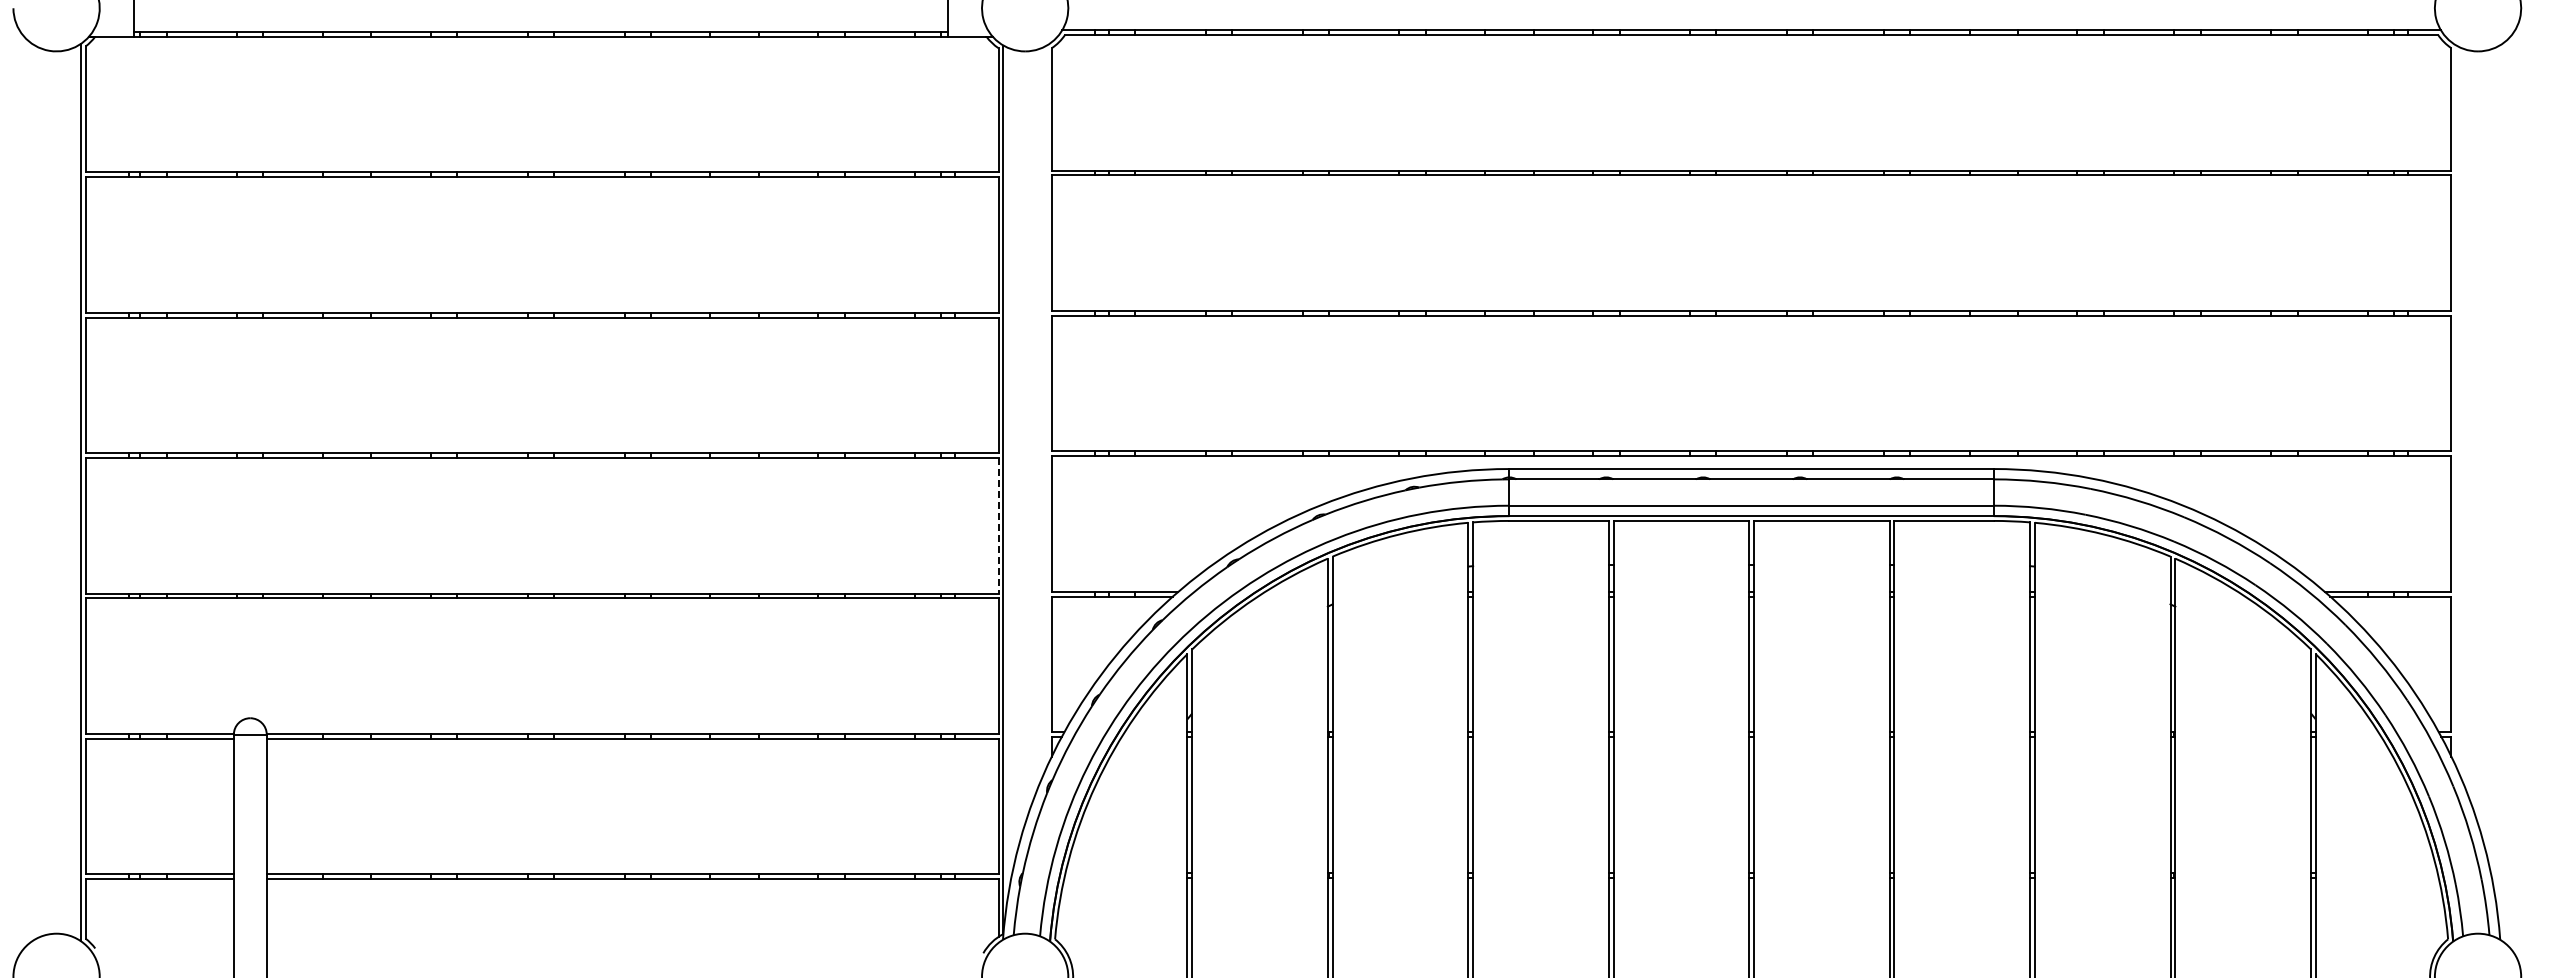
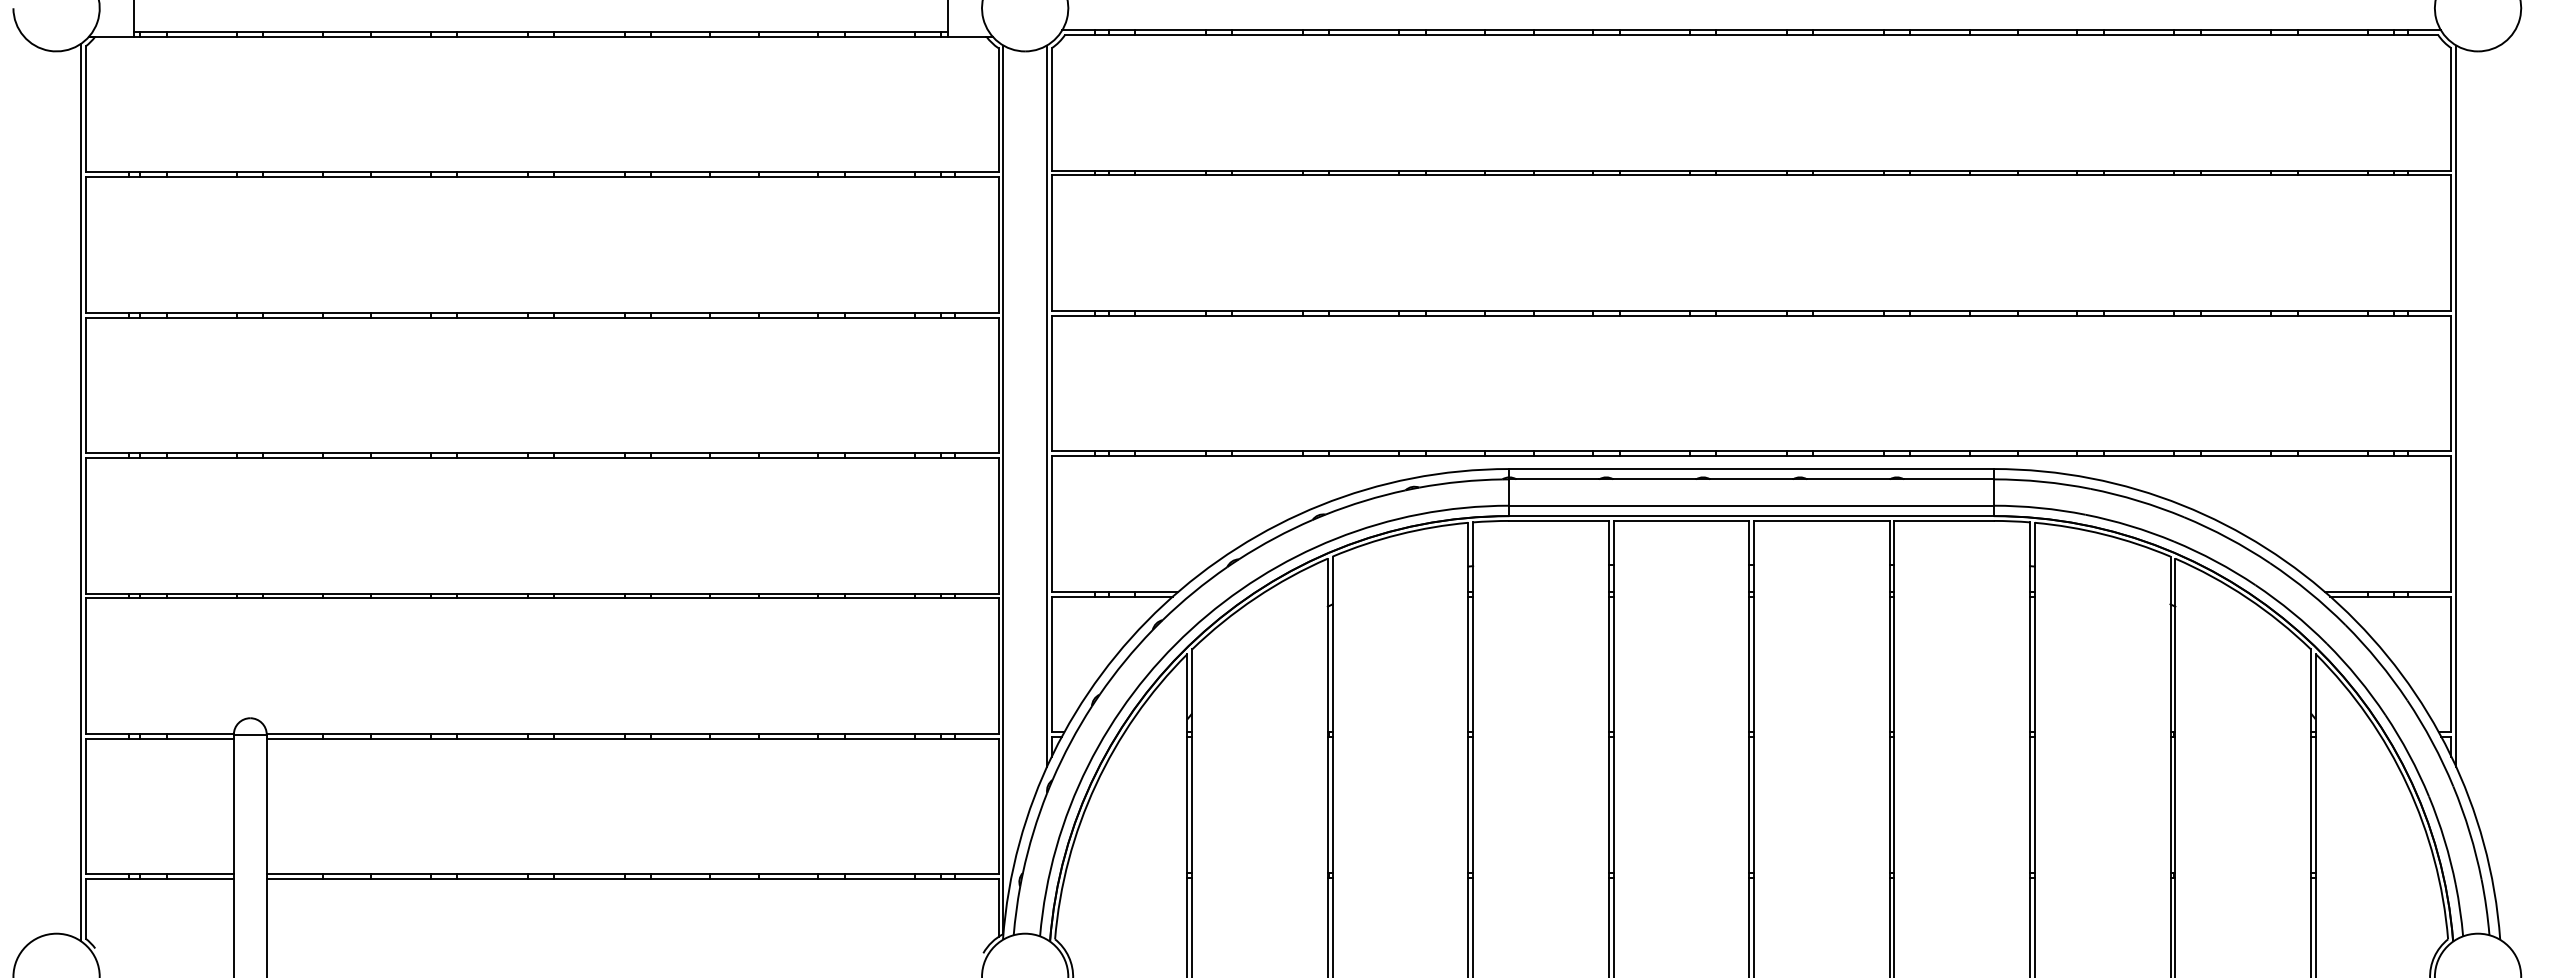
line at (1046, 406): none -> present
line at (2456, 406): none -> present
line at (998, 525): dashed -> solid
